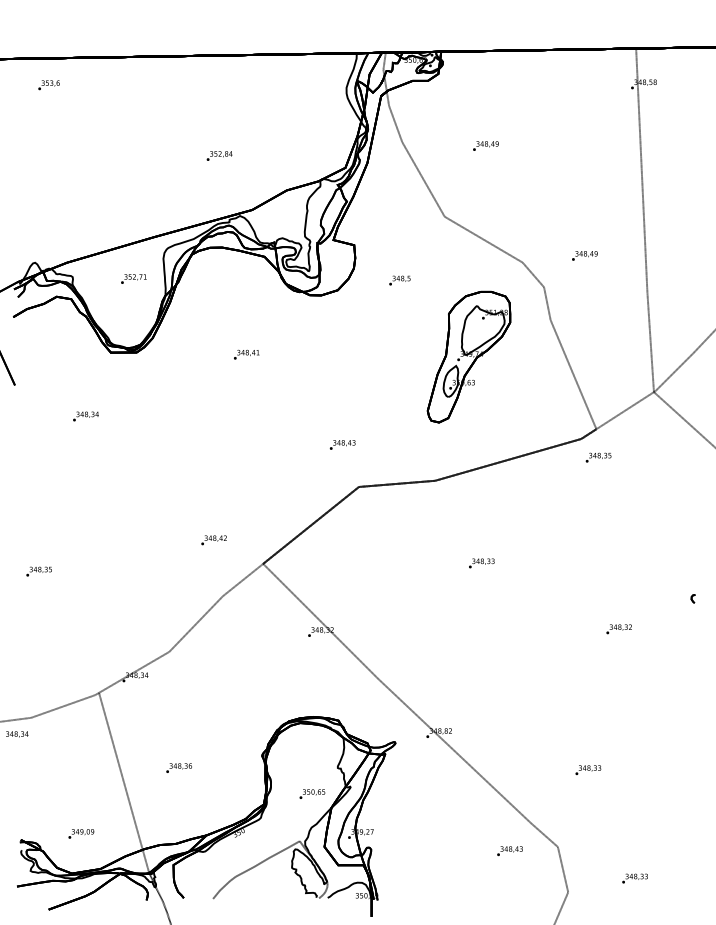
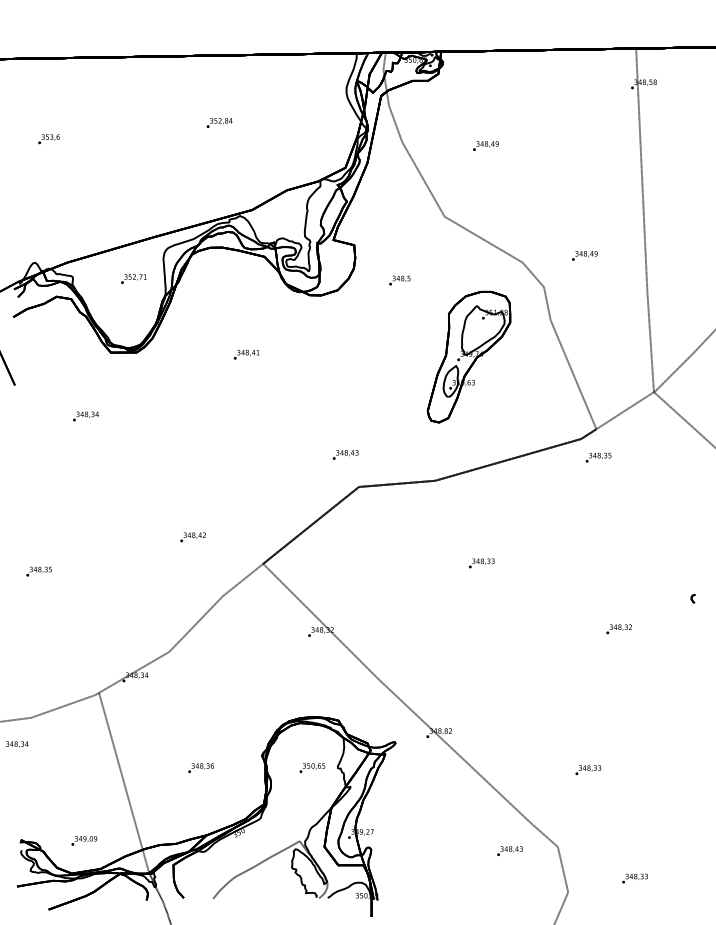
text at (48, 85) position: (48, 85) -> (48, 139)
text at (219, 155) position: (219, 155) -> (219, 122)
text at (342, 444) position: (342, 444) -> (345, 454)
text at (213, 540) position: (213, 540) -> (192, 537)
text at (17, 734) position: (17, 734) -> (17, 744)
text at (178, 767) position: (178, 767) -> (200, 767)
text at (312, 793) position: (312, 793) -> (312, 767)
text at (81, 833) position: (81, 833) -> (84, 840)
